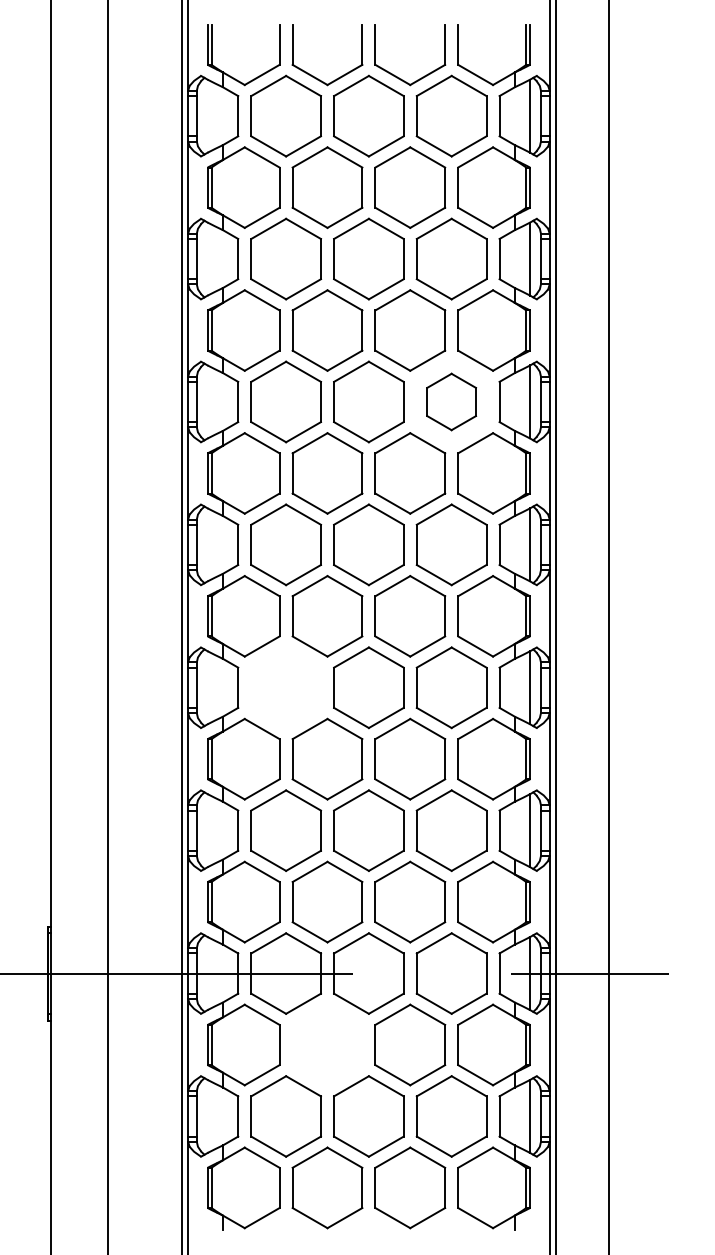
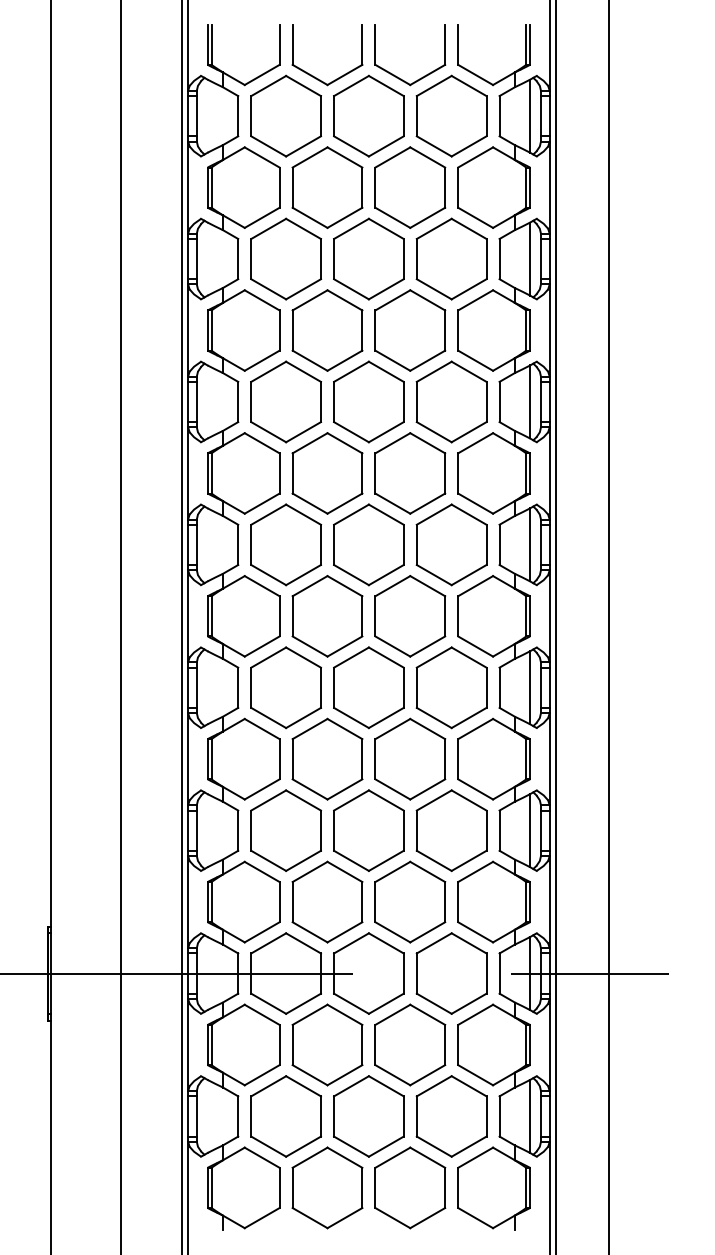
part at (451, 401) size: 52x60 px -> 73x84 px
line at (107, 626) position: (107, 626) -> (120, 626)
part at (285, 687): none -> present
part at (327, 1044): none -> present
